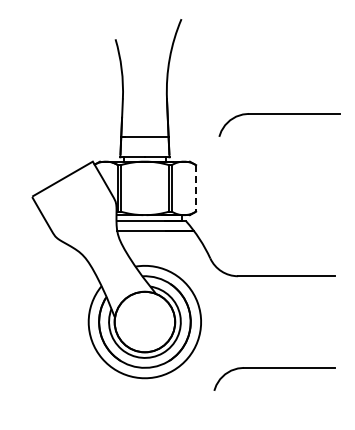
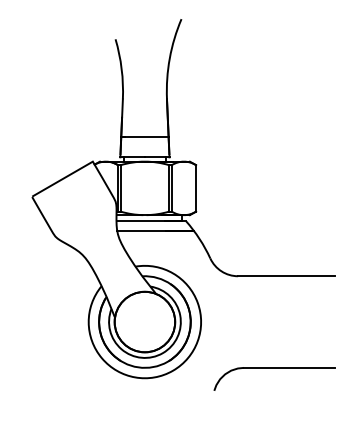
part at (279, 114): present -> none
line at (196, 188): dashed -> solid
